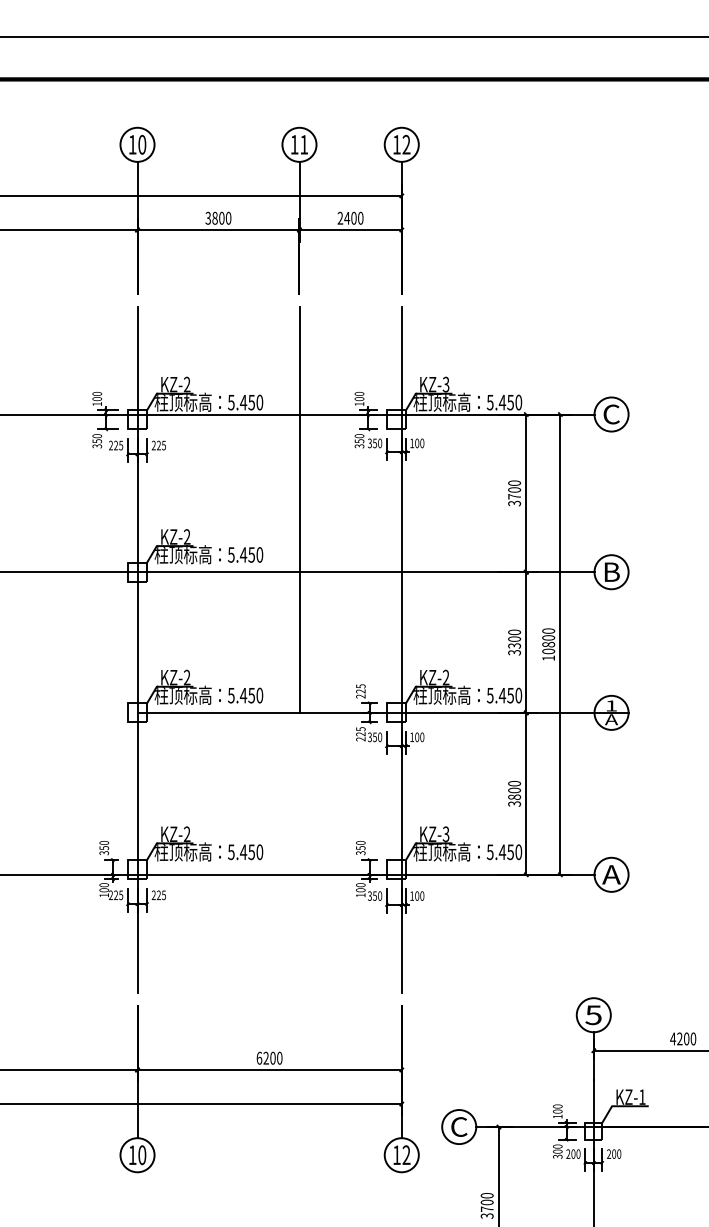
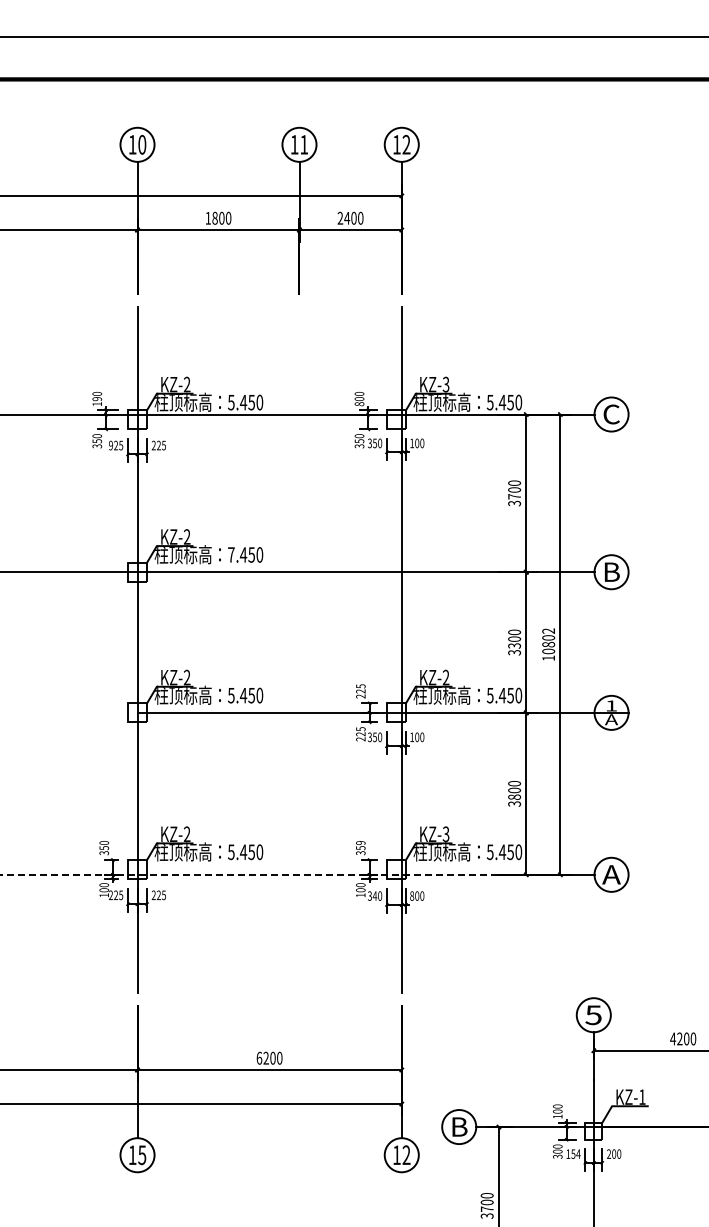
text at (207, 217): 3800 -> 1800
text at (97, 399): 100 -> 190
text at (359, 404): 100 -> 800
text at (110, 445): 225 -> 925
line at (299, 509): present -> none
text at (231, 554): 5.450 -> 7.450
text at (548, 630): 10800 -> 10802
text at (360, 842): 350 -> 359
line at (249, 874): solid -> dashed
text at (374, 895): 350 -> 340
text at (412, 895): 100 -> 800
text at (459, 1126): C -> B
text at (573, 1153): 200 -> 154
text at (142, 1154): 10 -> 15
